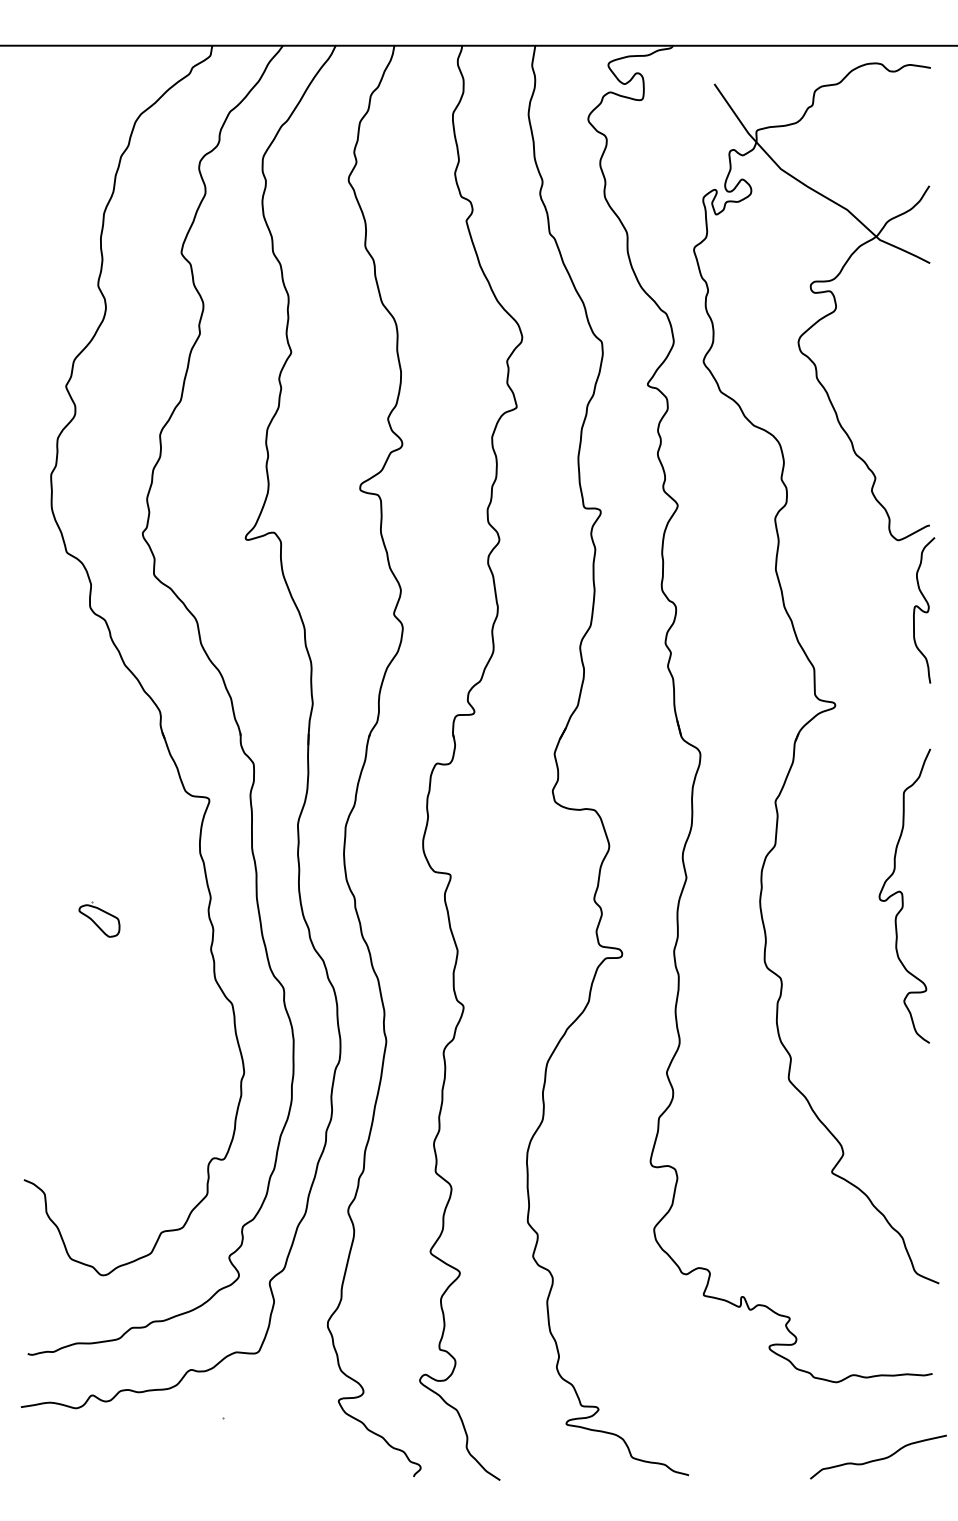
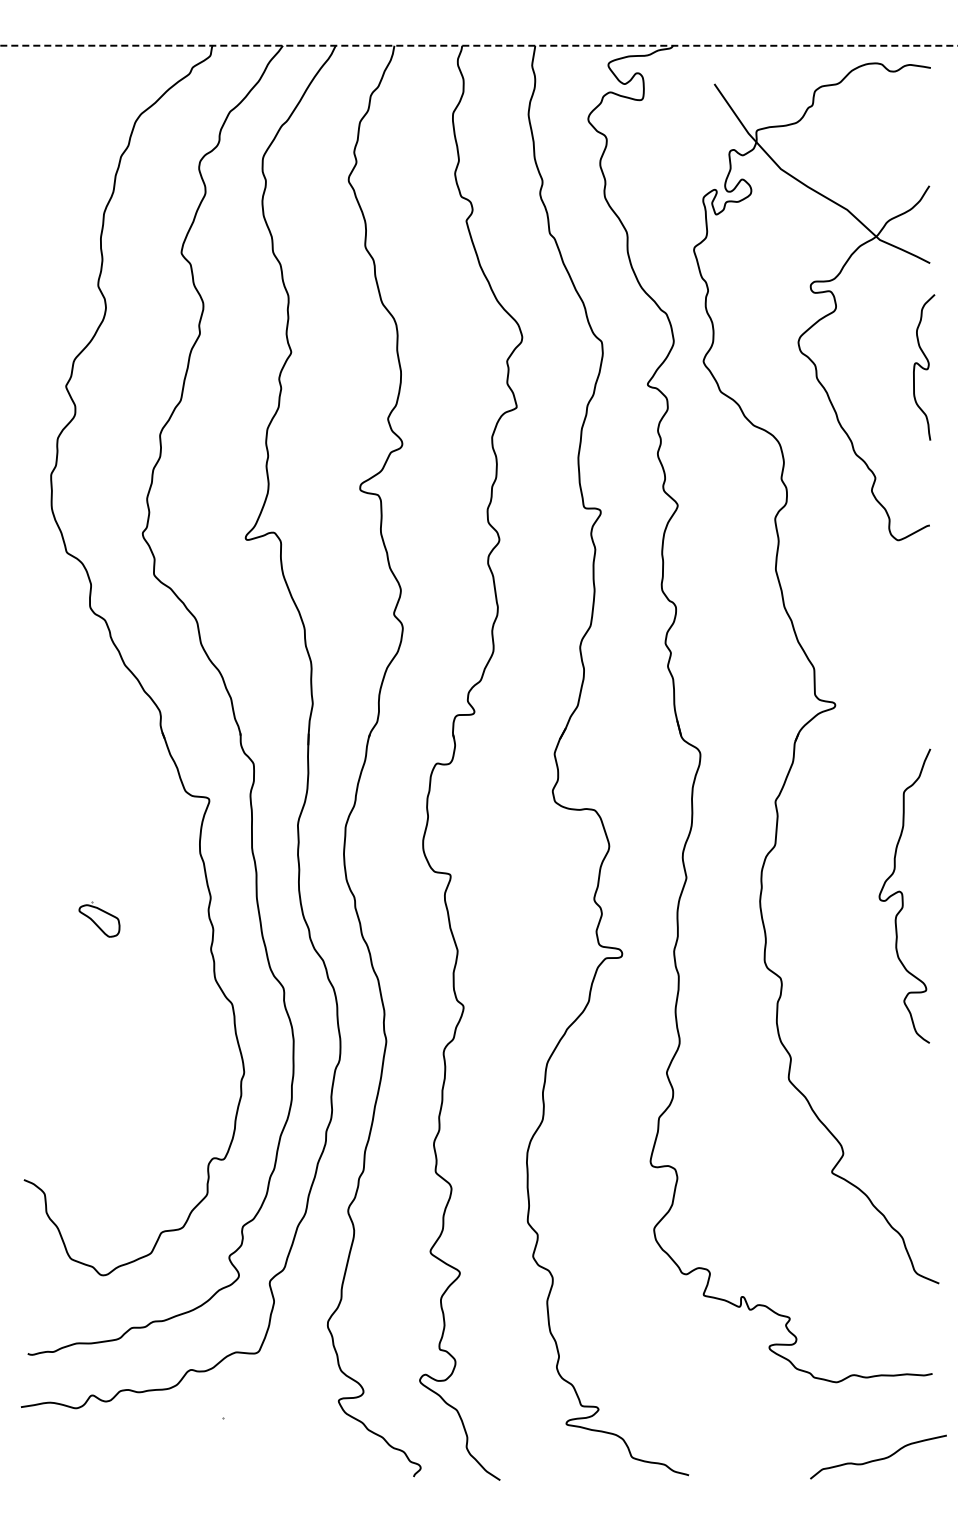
line at (479, 45): solid -> dashed
curve at (923, 610) position: (923, 610) -> (923, 367)
